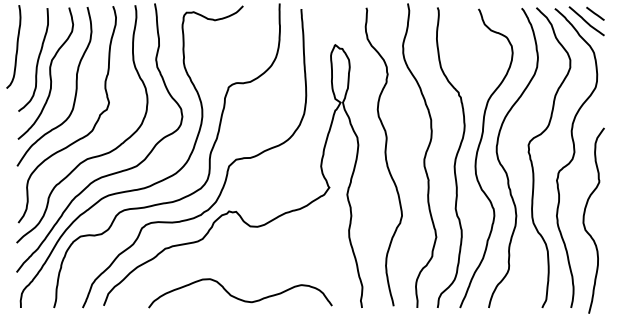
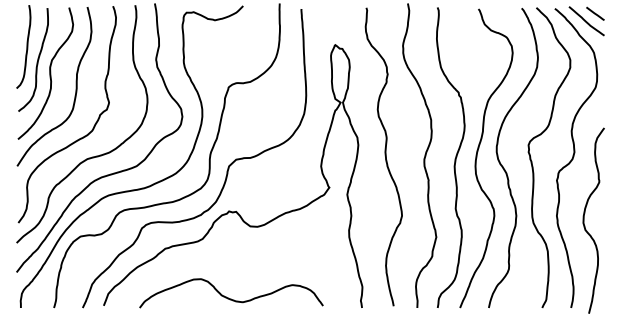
curve at (16, 46) position: (16, 46) -> (26, 46)
curve at (237, 297) position: (237, 297) -> (228, 297)
